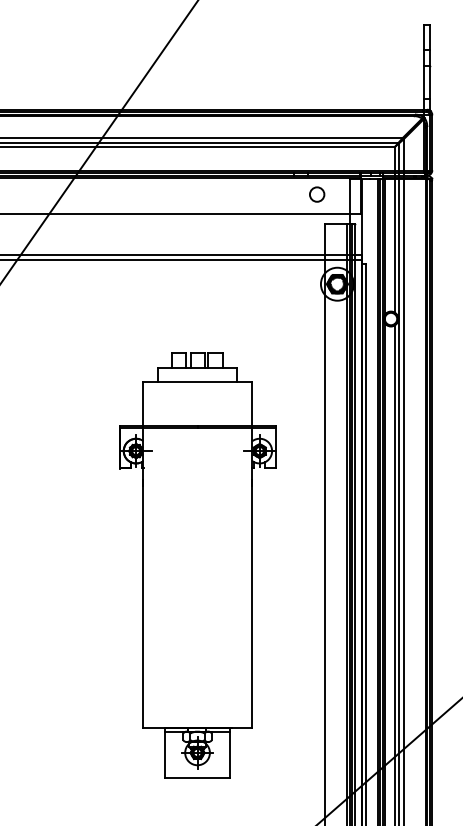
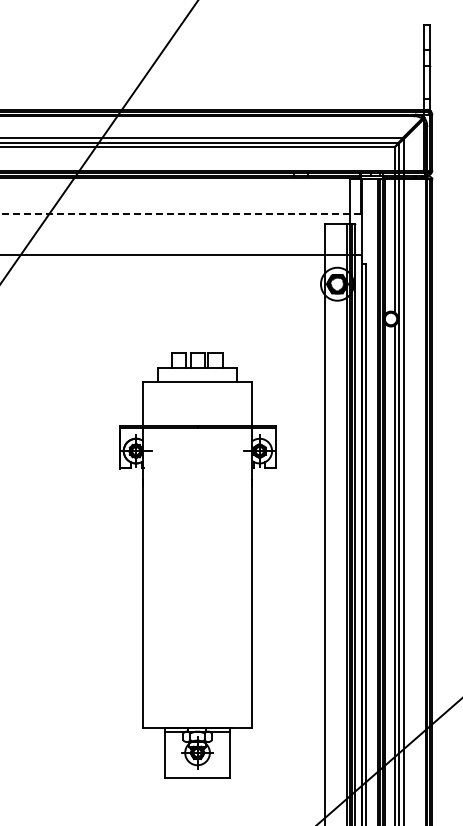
circle at (317, 194): present -> none
line at (180, 213): solid -> dashed
line at (181, 259): present -> none
